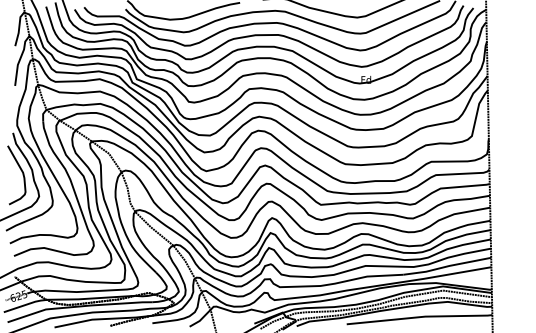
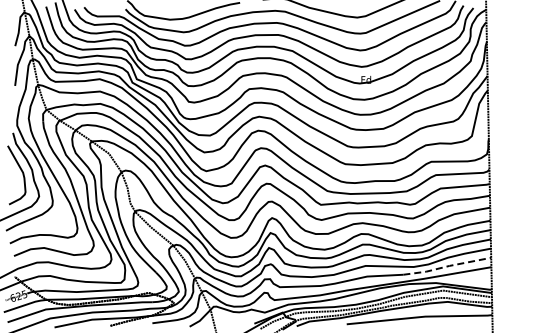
line at (446, 266): solid -> dashed
